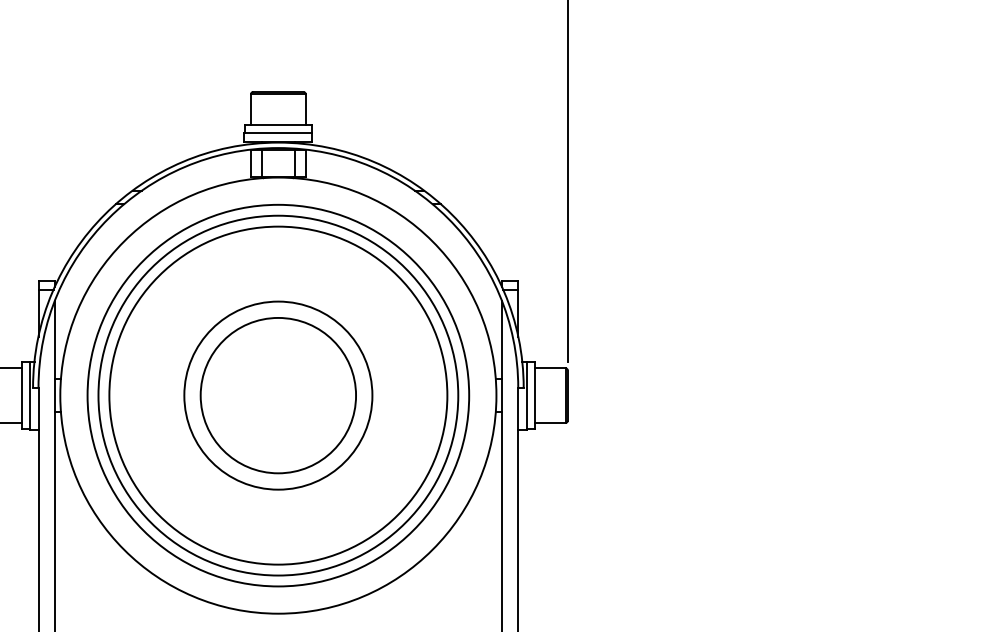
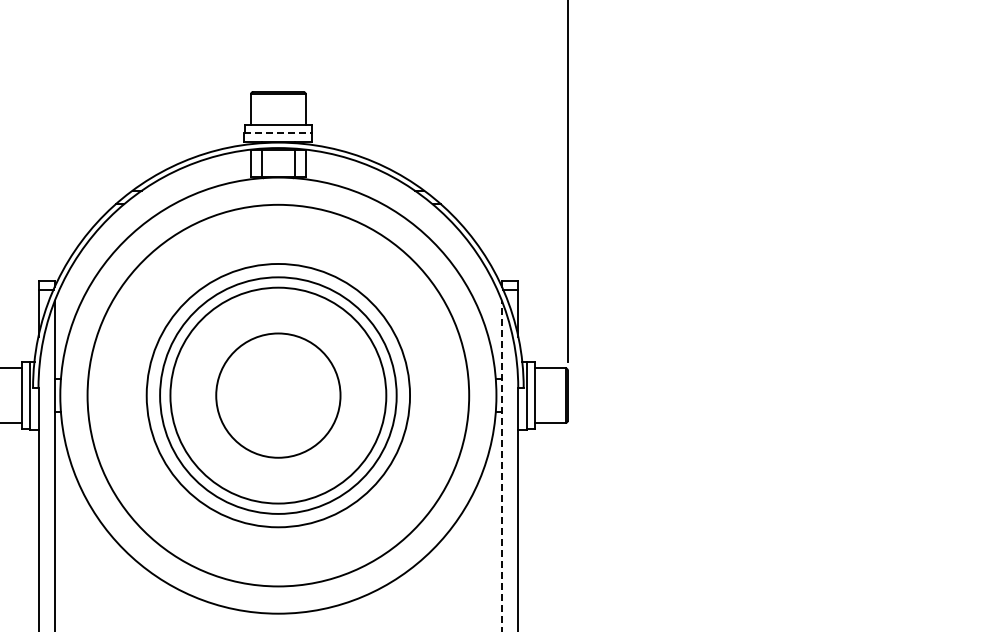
line at (278, 132): solid -> dashed
circle at (278, 395) diameter: 155 px -> 124 px
circle at (278, 395) diameter: 188 px -> 263 px
circle at (278, 395) diameter: 338 px -> 237 px
circle at (278, 395) diameter: 360 px -> 216 px
line at (501, 466): solid -> dashed
